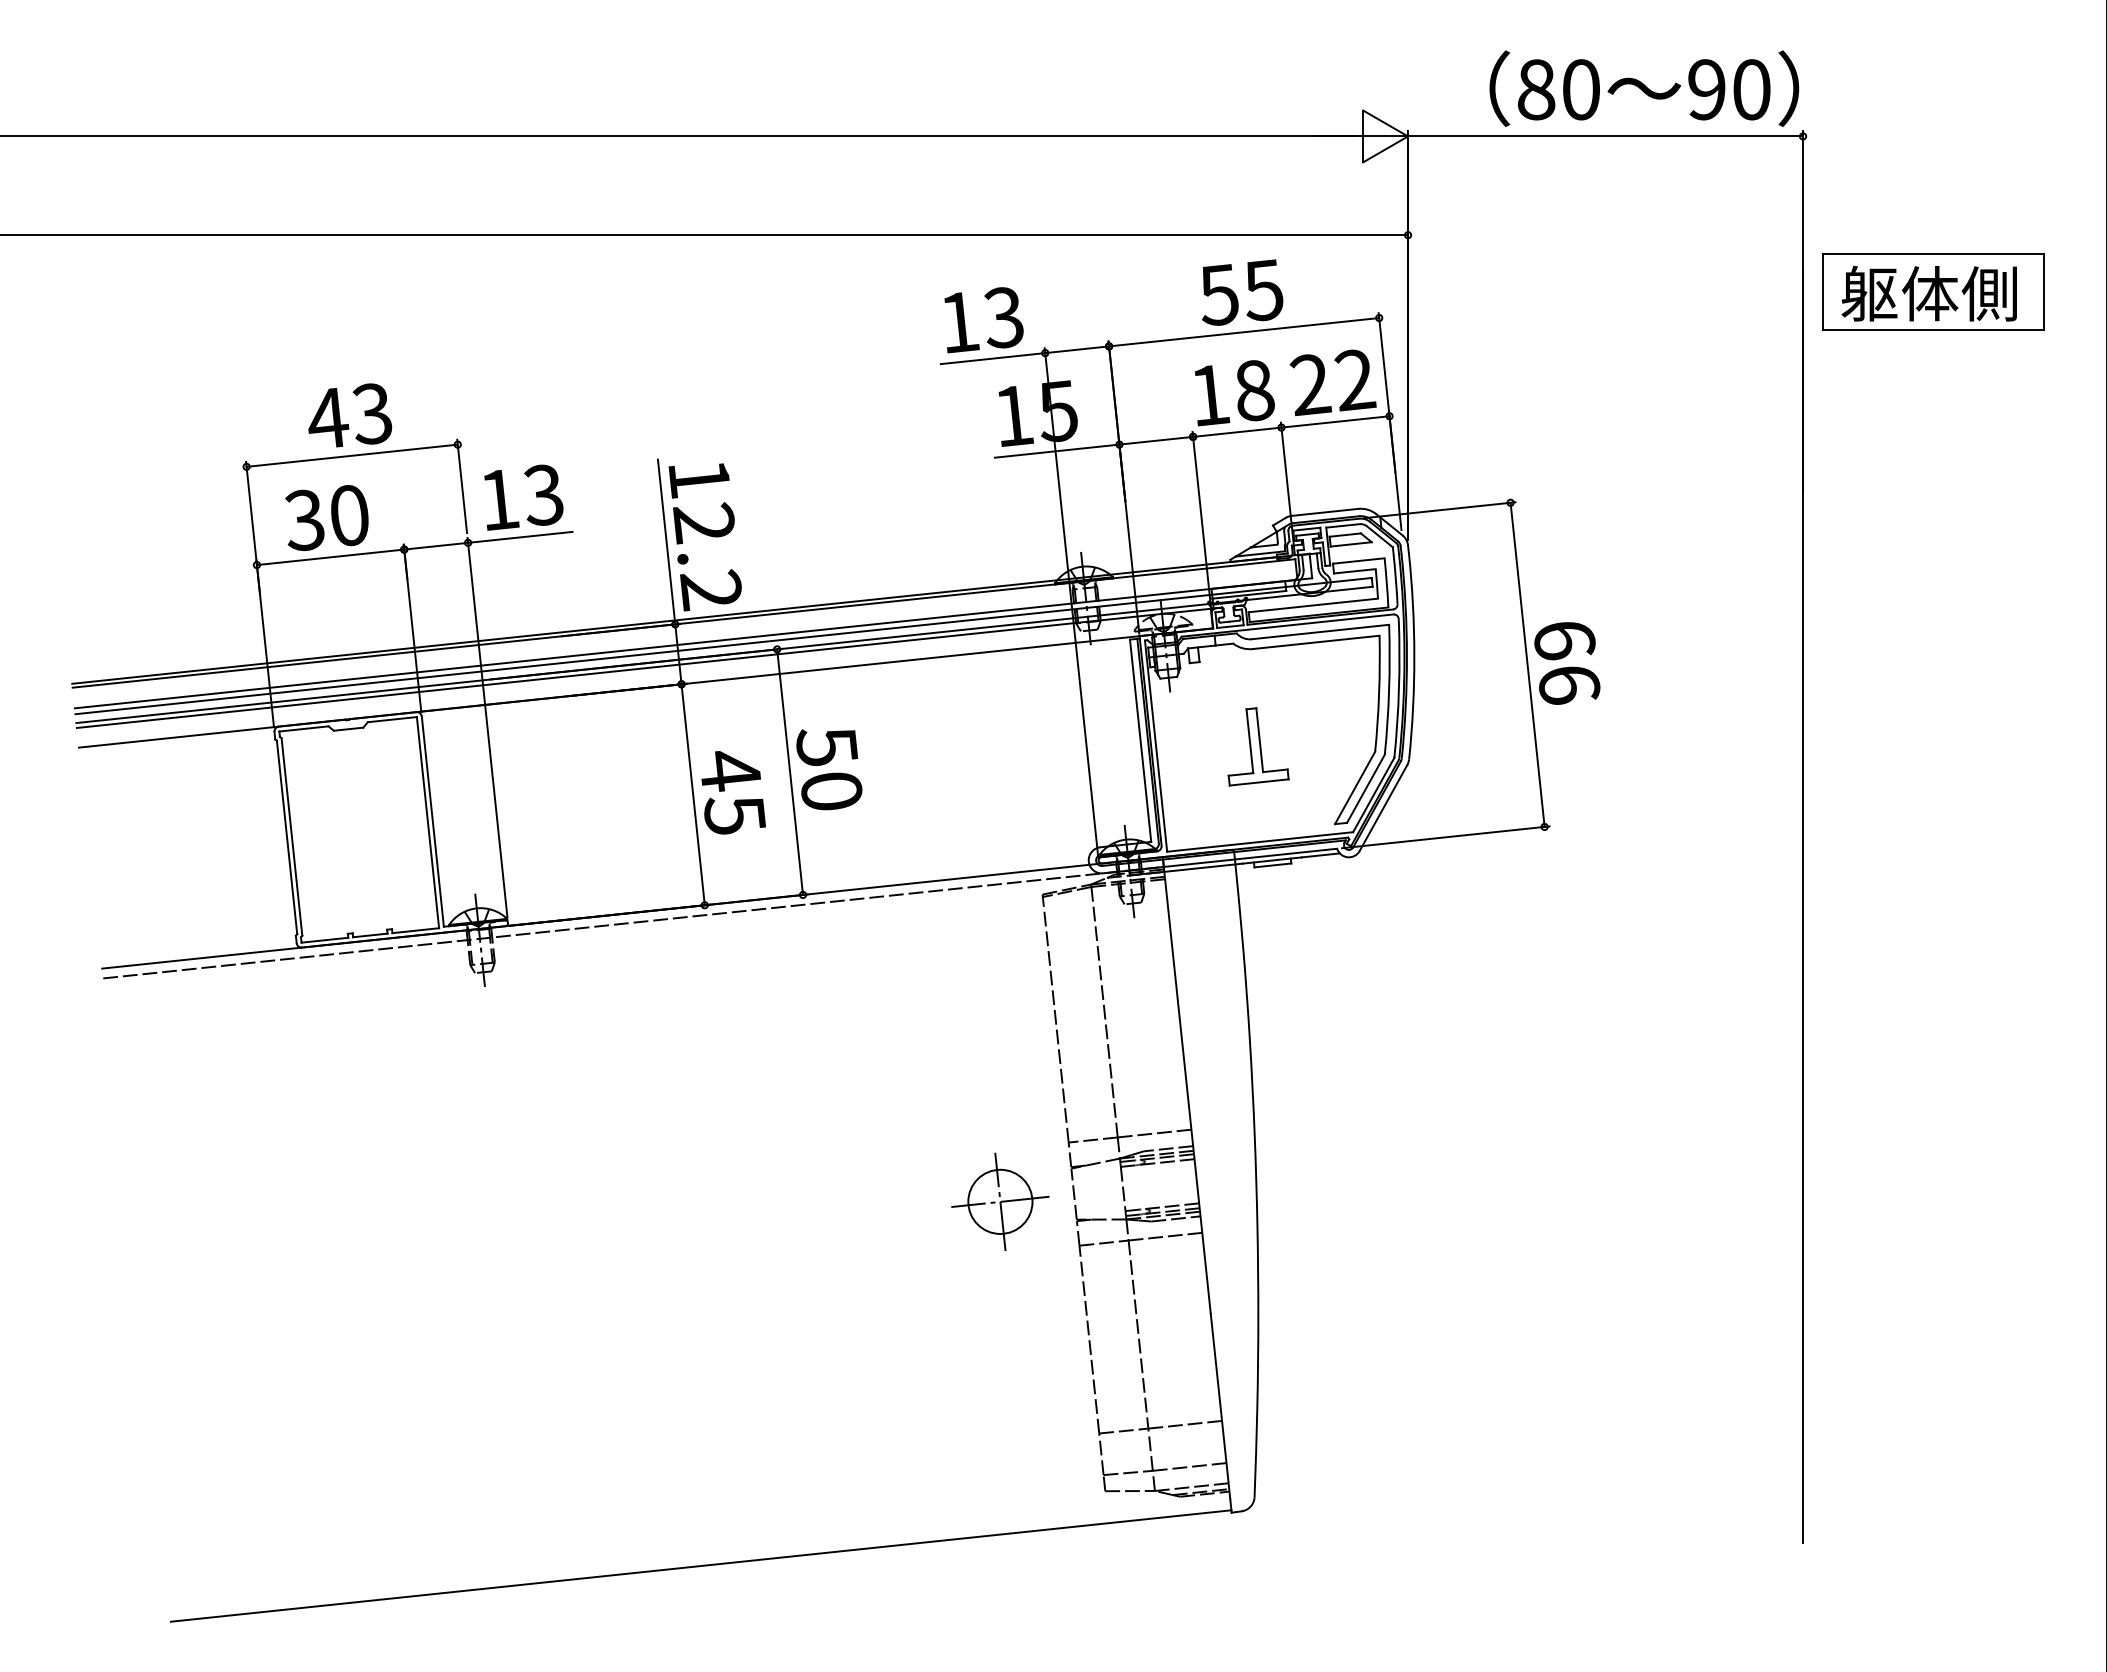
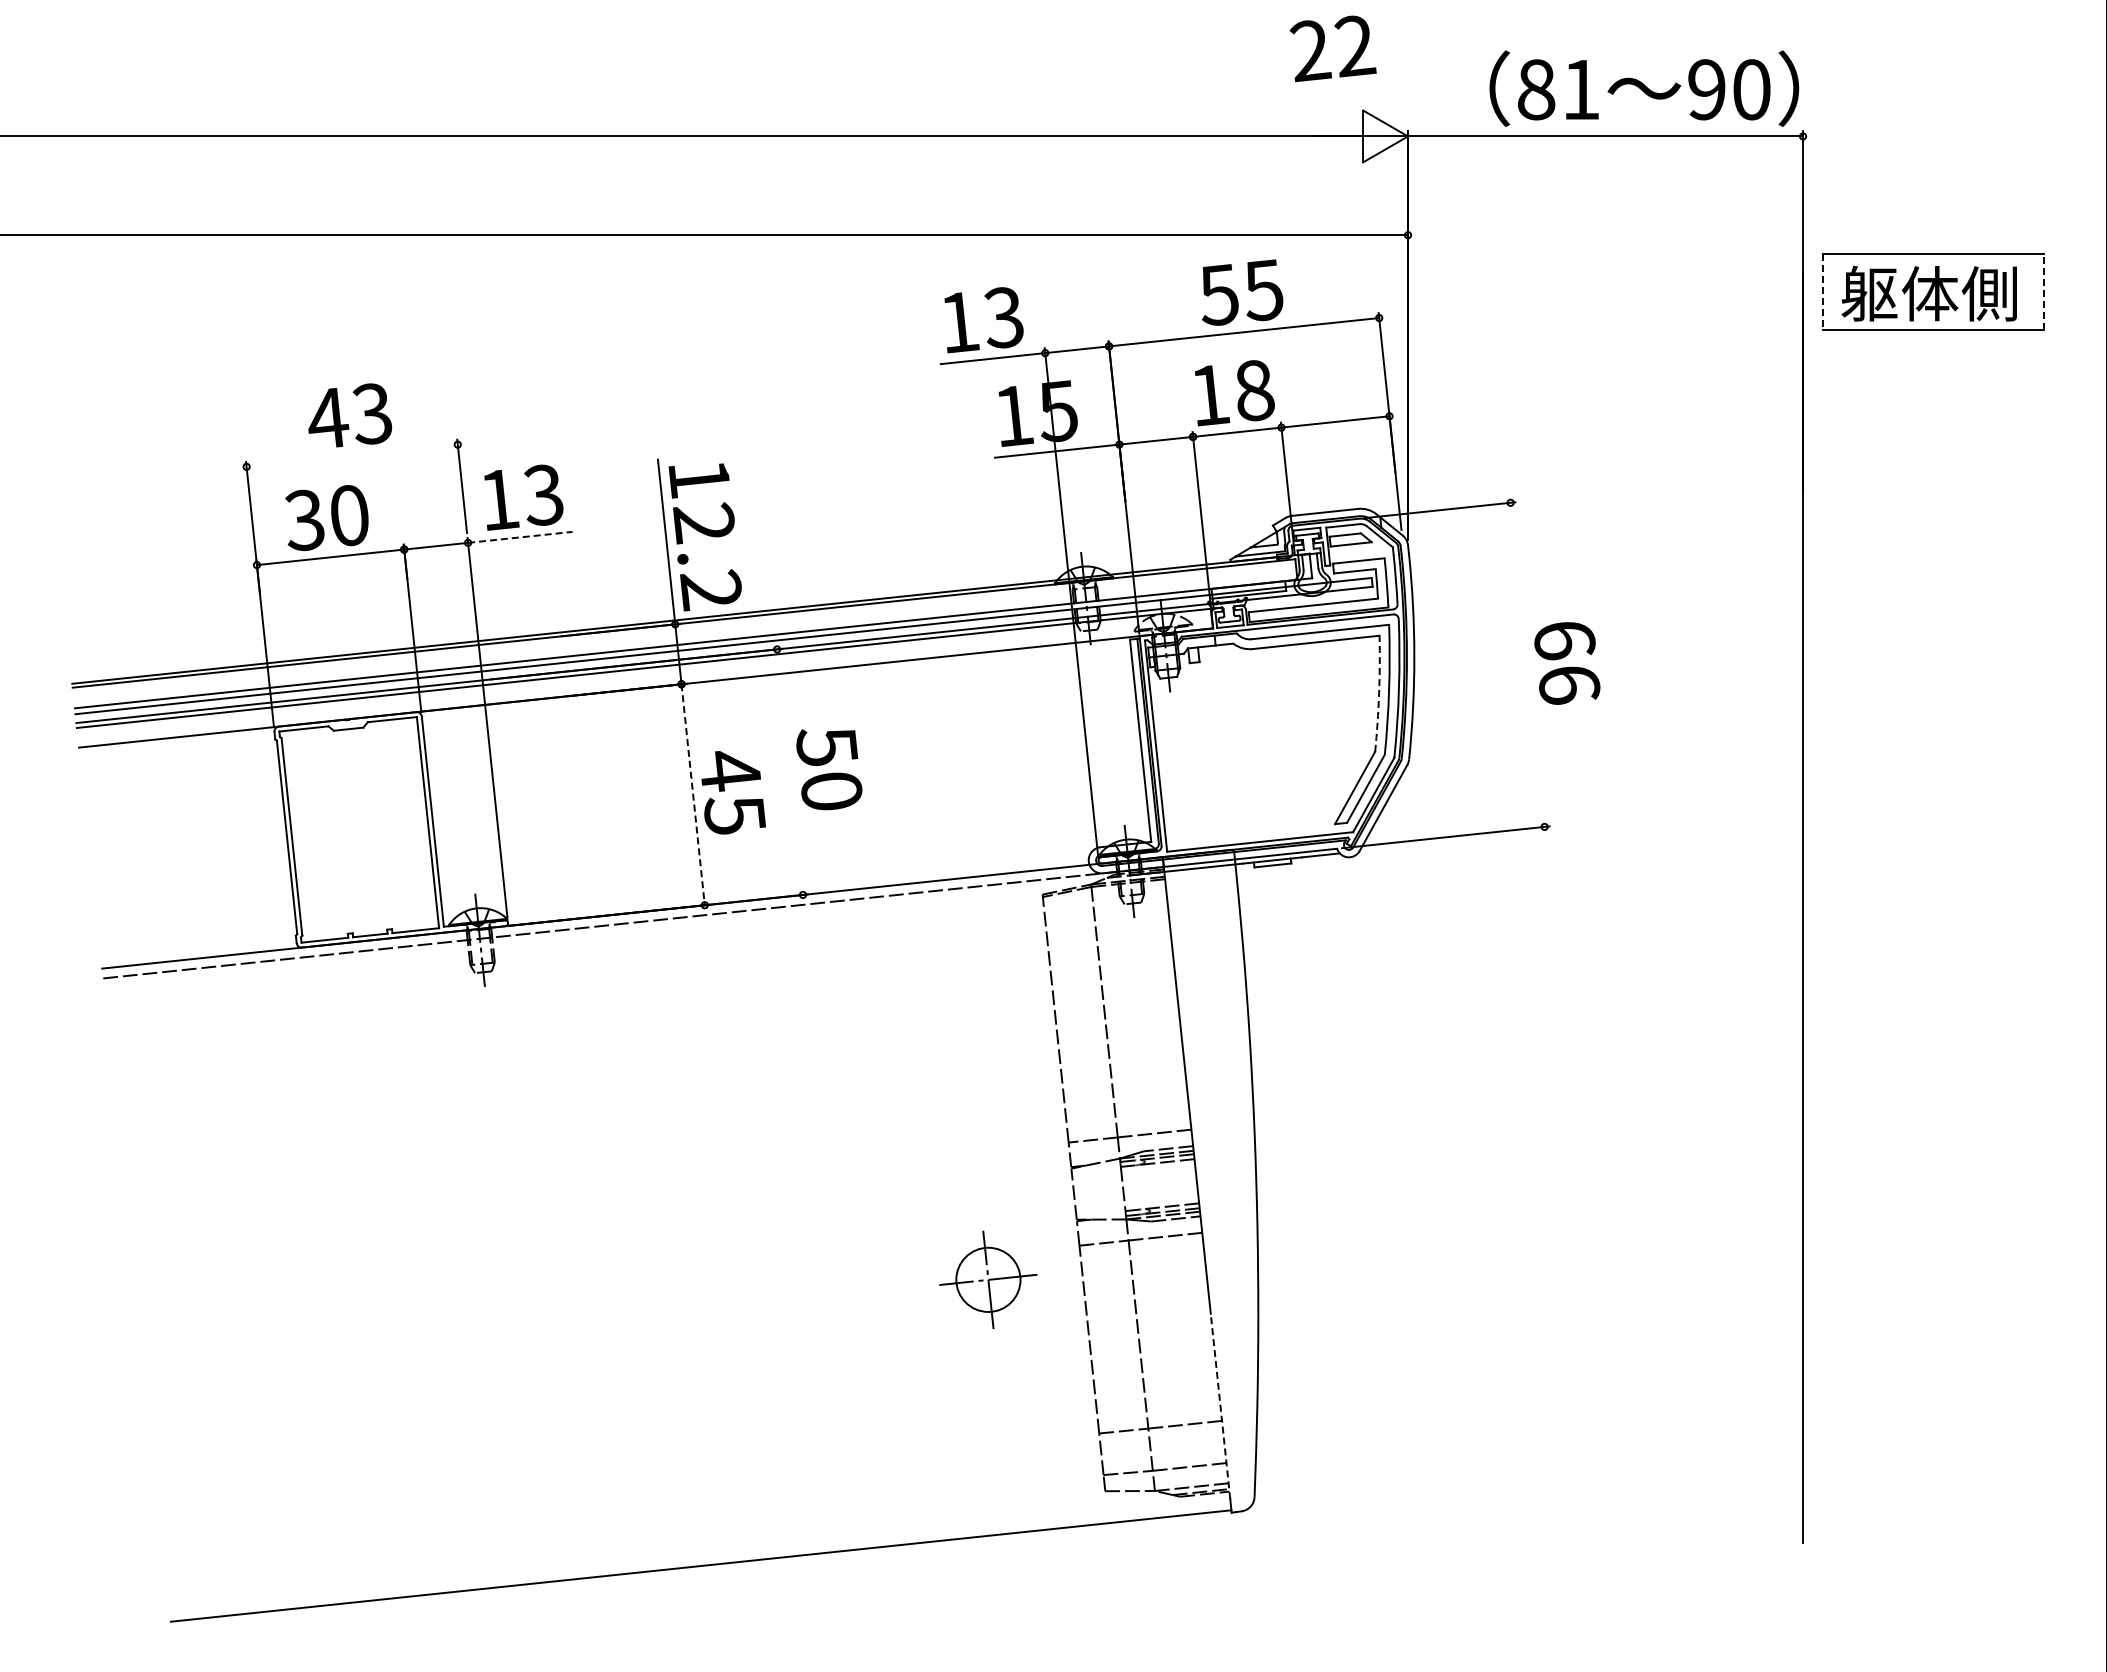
text at (1581, 89): 80 -> 81
line at (1822, 292): solid -> dashed
line at (2043, 292): solid -> dashed
text at (1332, 382) position: (1332, 382) -> (1332, 48)
line at (351, 455): present -> none
line at (520, 537): solid -> dashed
line at (1527, 664): present -> none
arc at (1379, 693): solid -> dashed
part at (1258, 746): present -> none
line at (790, 771): present -> none
line at (693, 795): solid -> dashed
part at (1000, 1201) position: (1000, 1201) -> (988, 1279)
line at (1220, 1406): solid -> dashed
